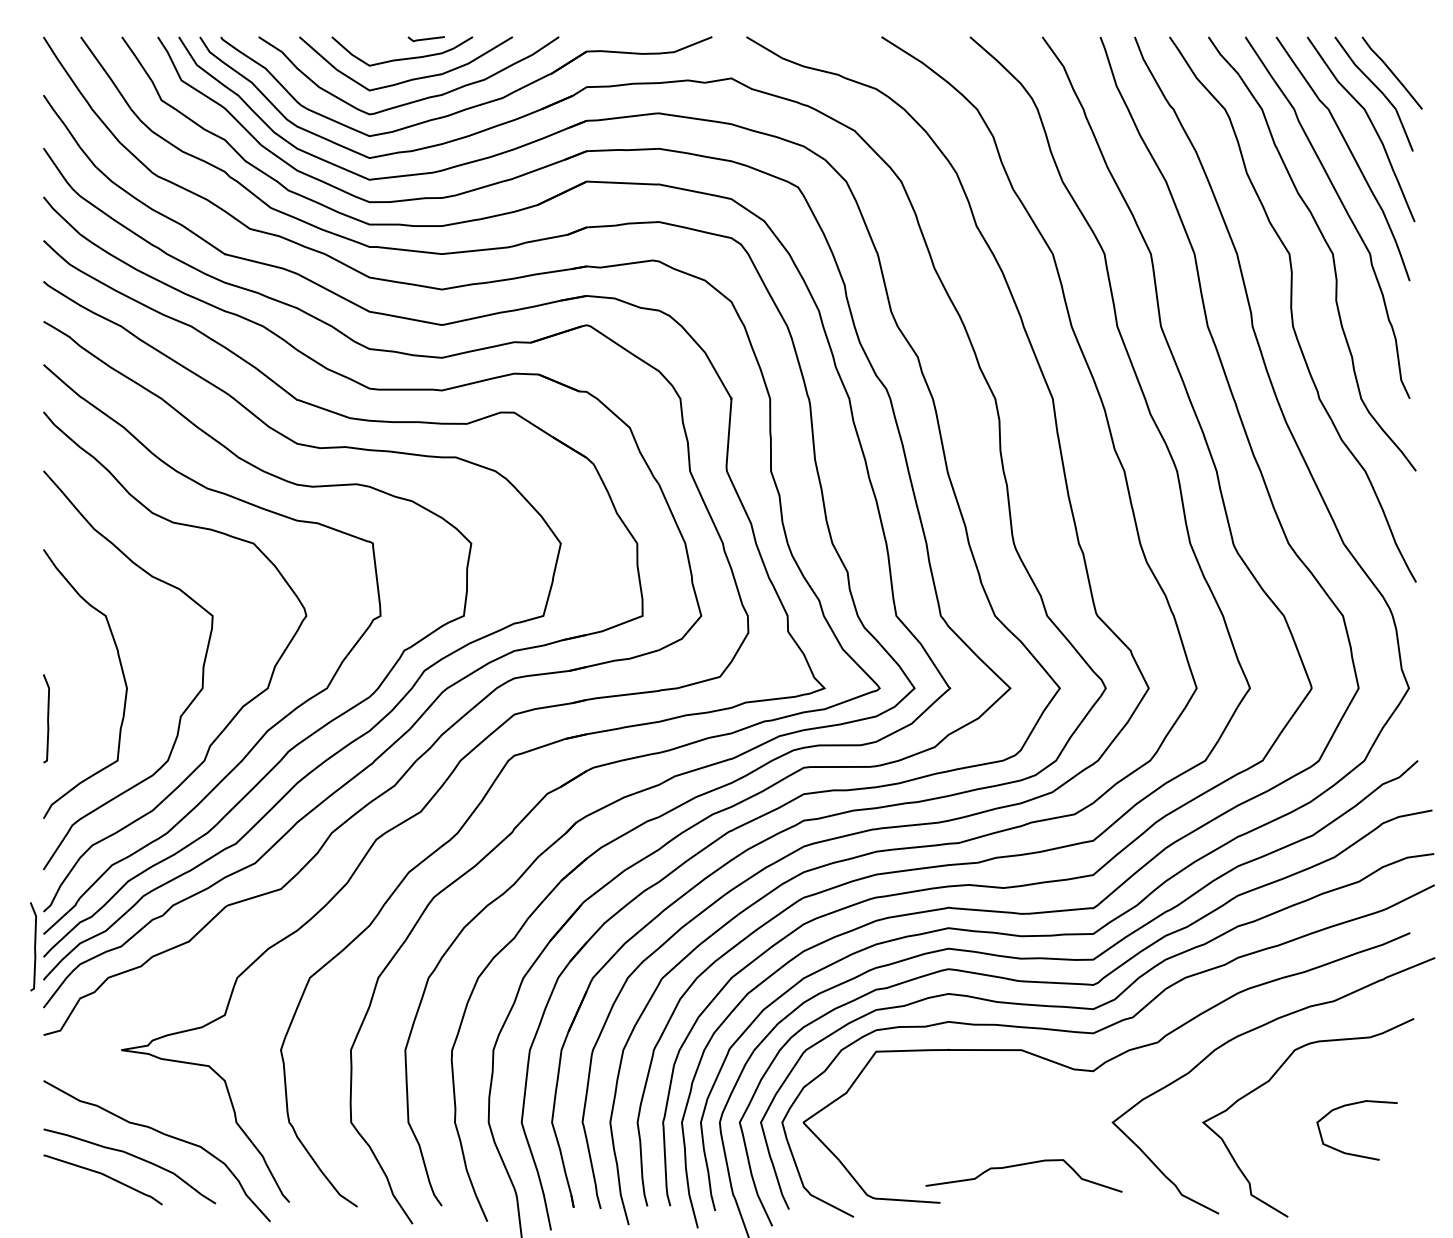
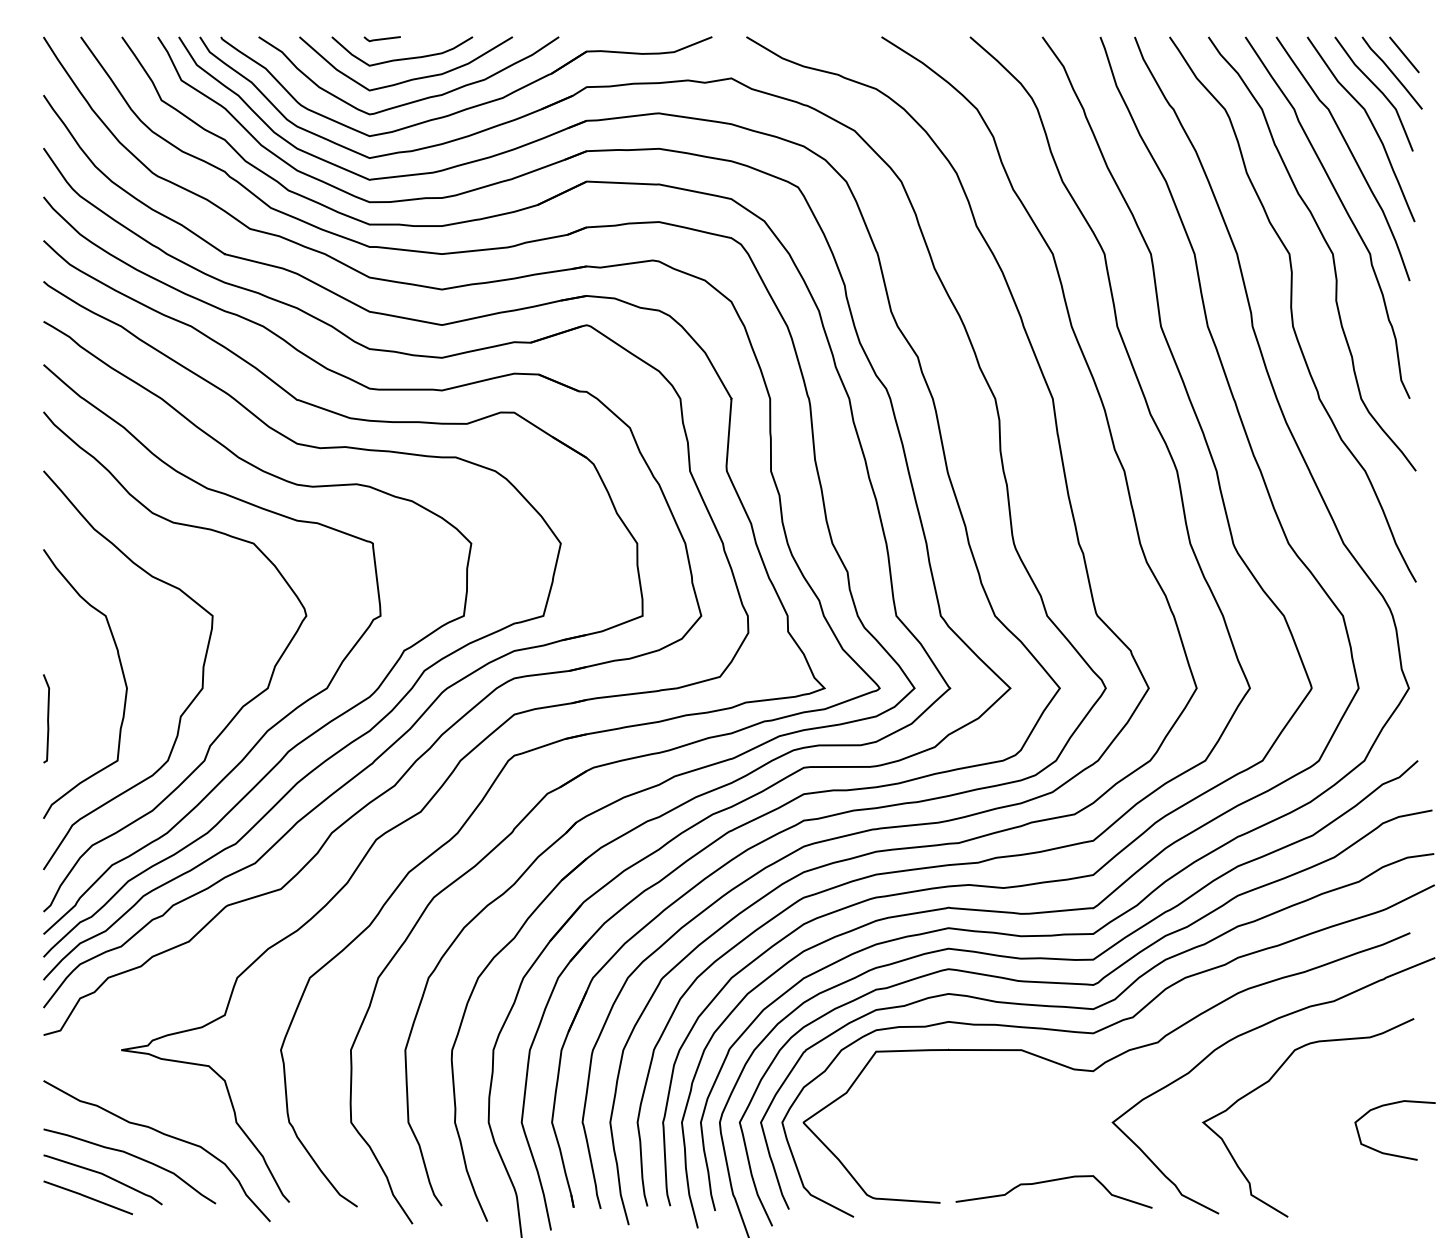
line at (425, 39) position: (425, 39) -> (381, 39)
line at (1404, 54): none -> present
curve at (34, 946): present -> none
curve at (1352, 1153) position: (1352, 1153) -> (1390, 1153)
curve at (1023, 1165) position: (1023, 1165) -> (1053, 1181)
line at (88, 1197): none -> present
